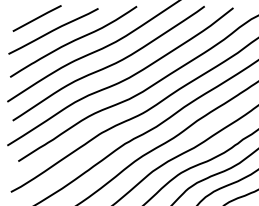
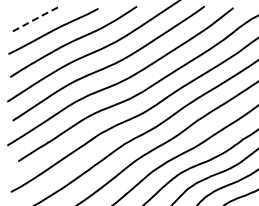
line at (38, 17): solid -> dashed
